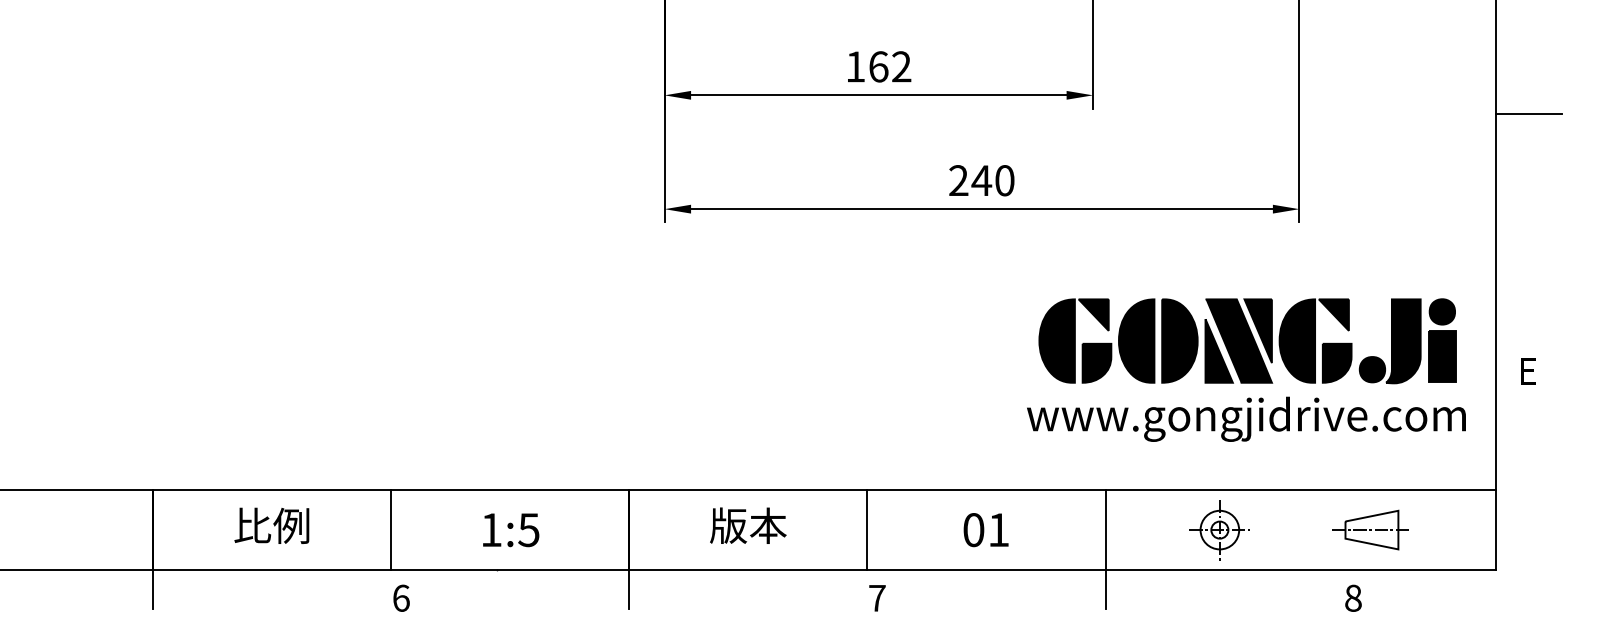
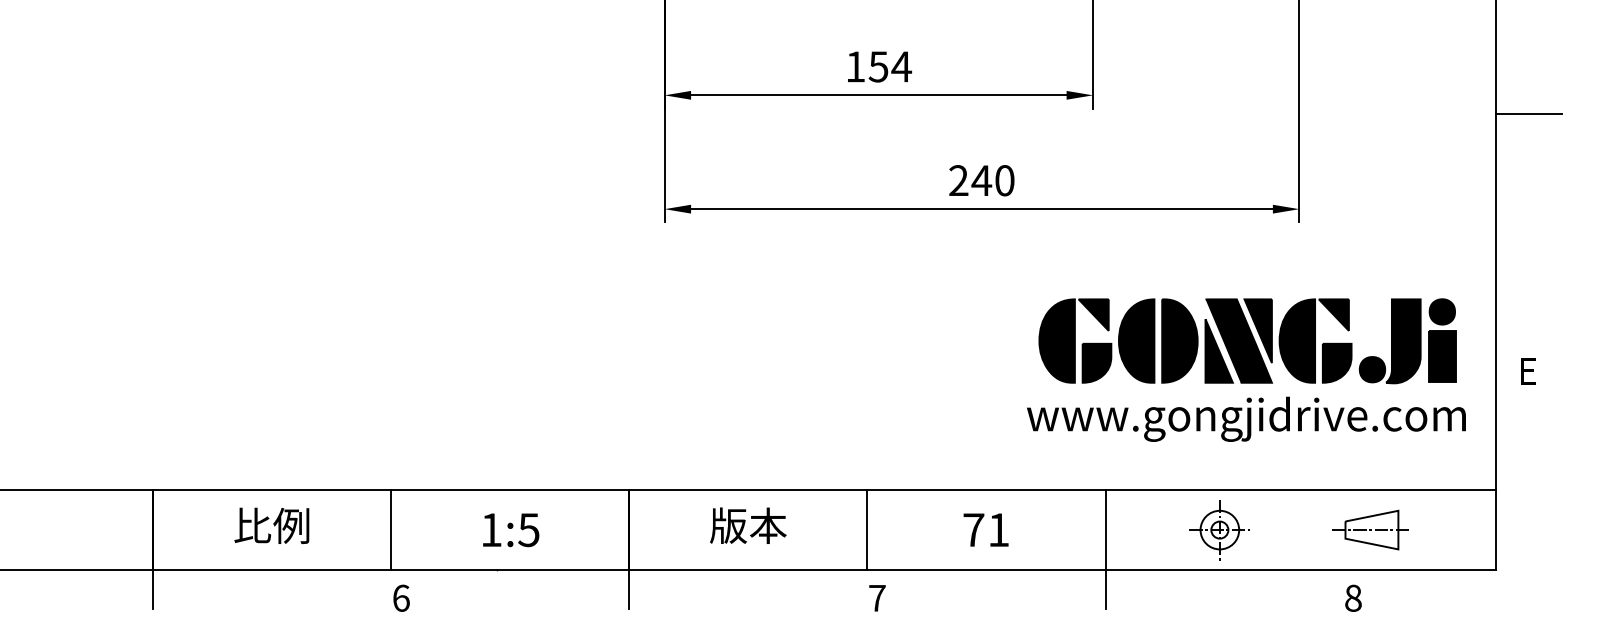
text at (890, 66): 162 -> 154
text at (973, 530): 01 -> 71
